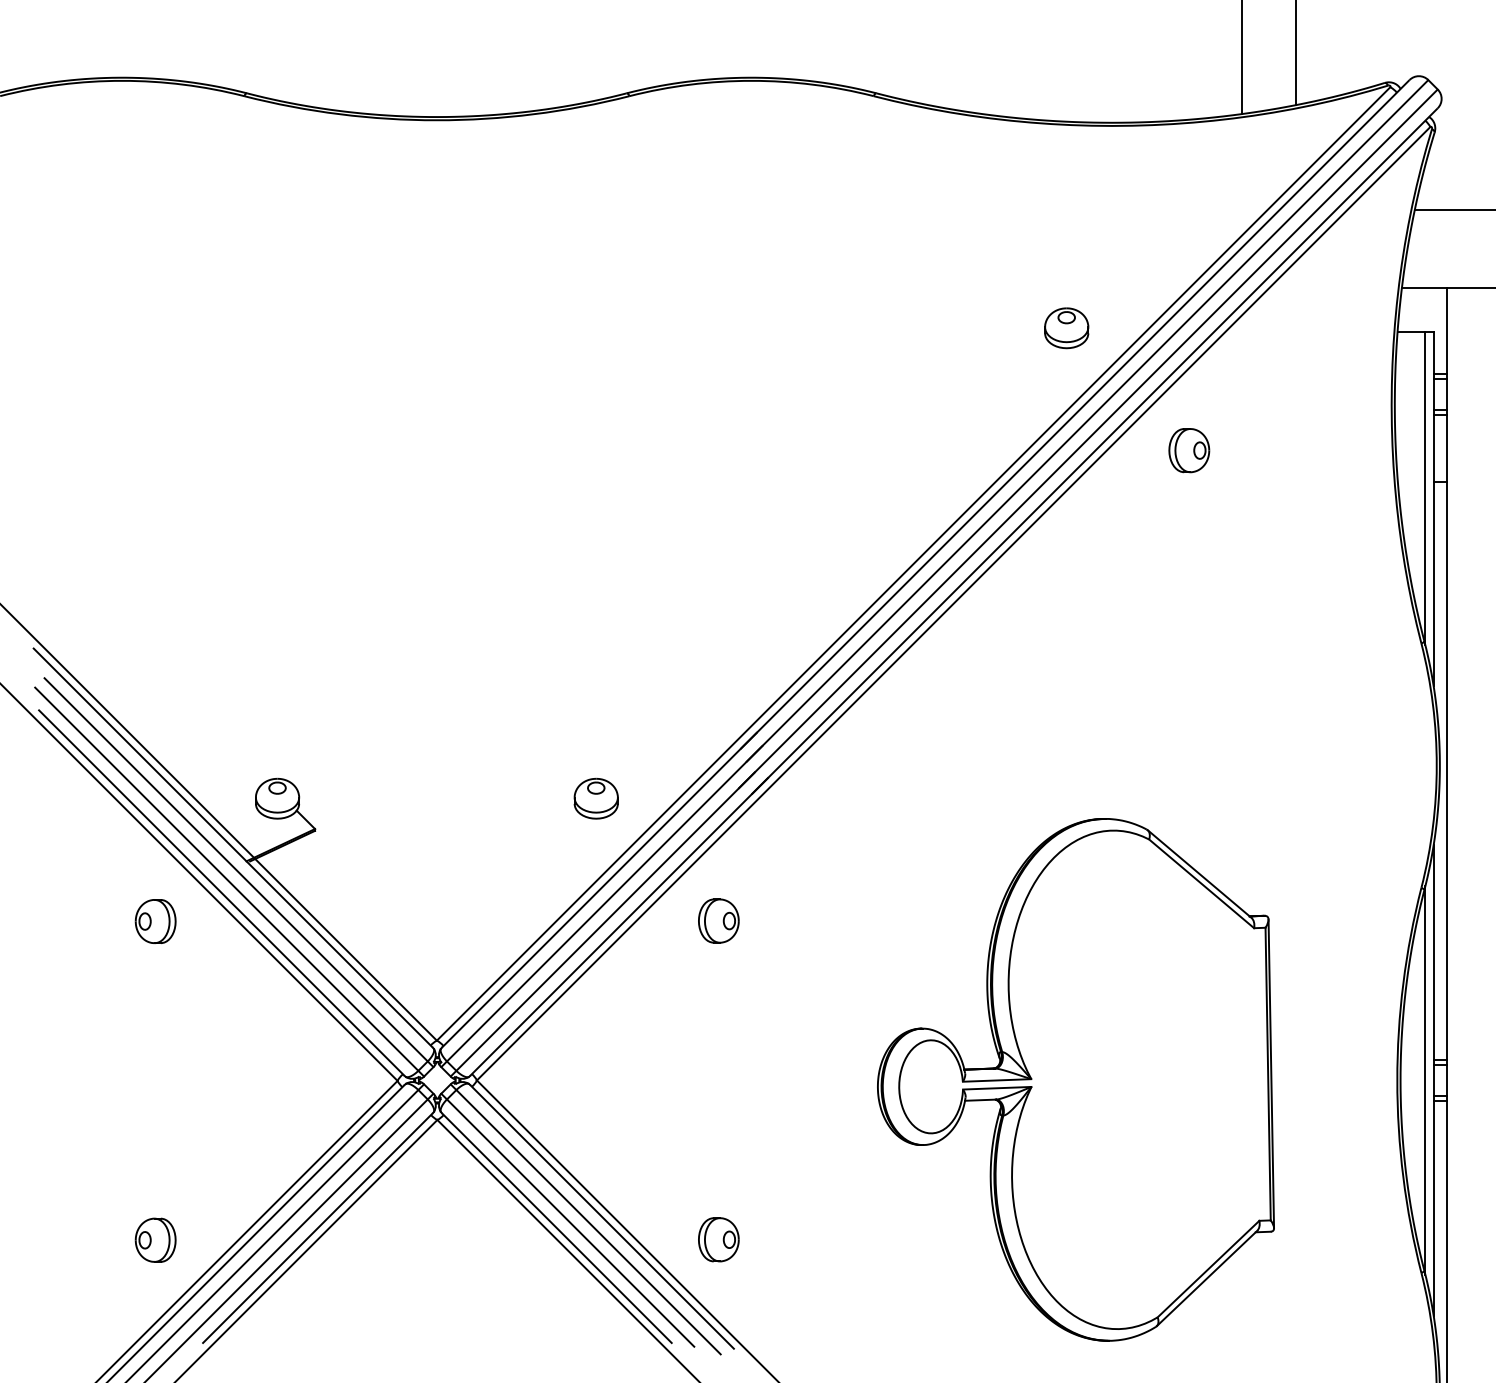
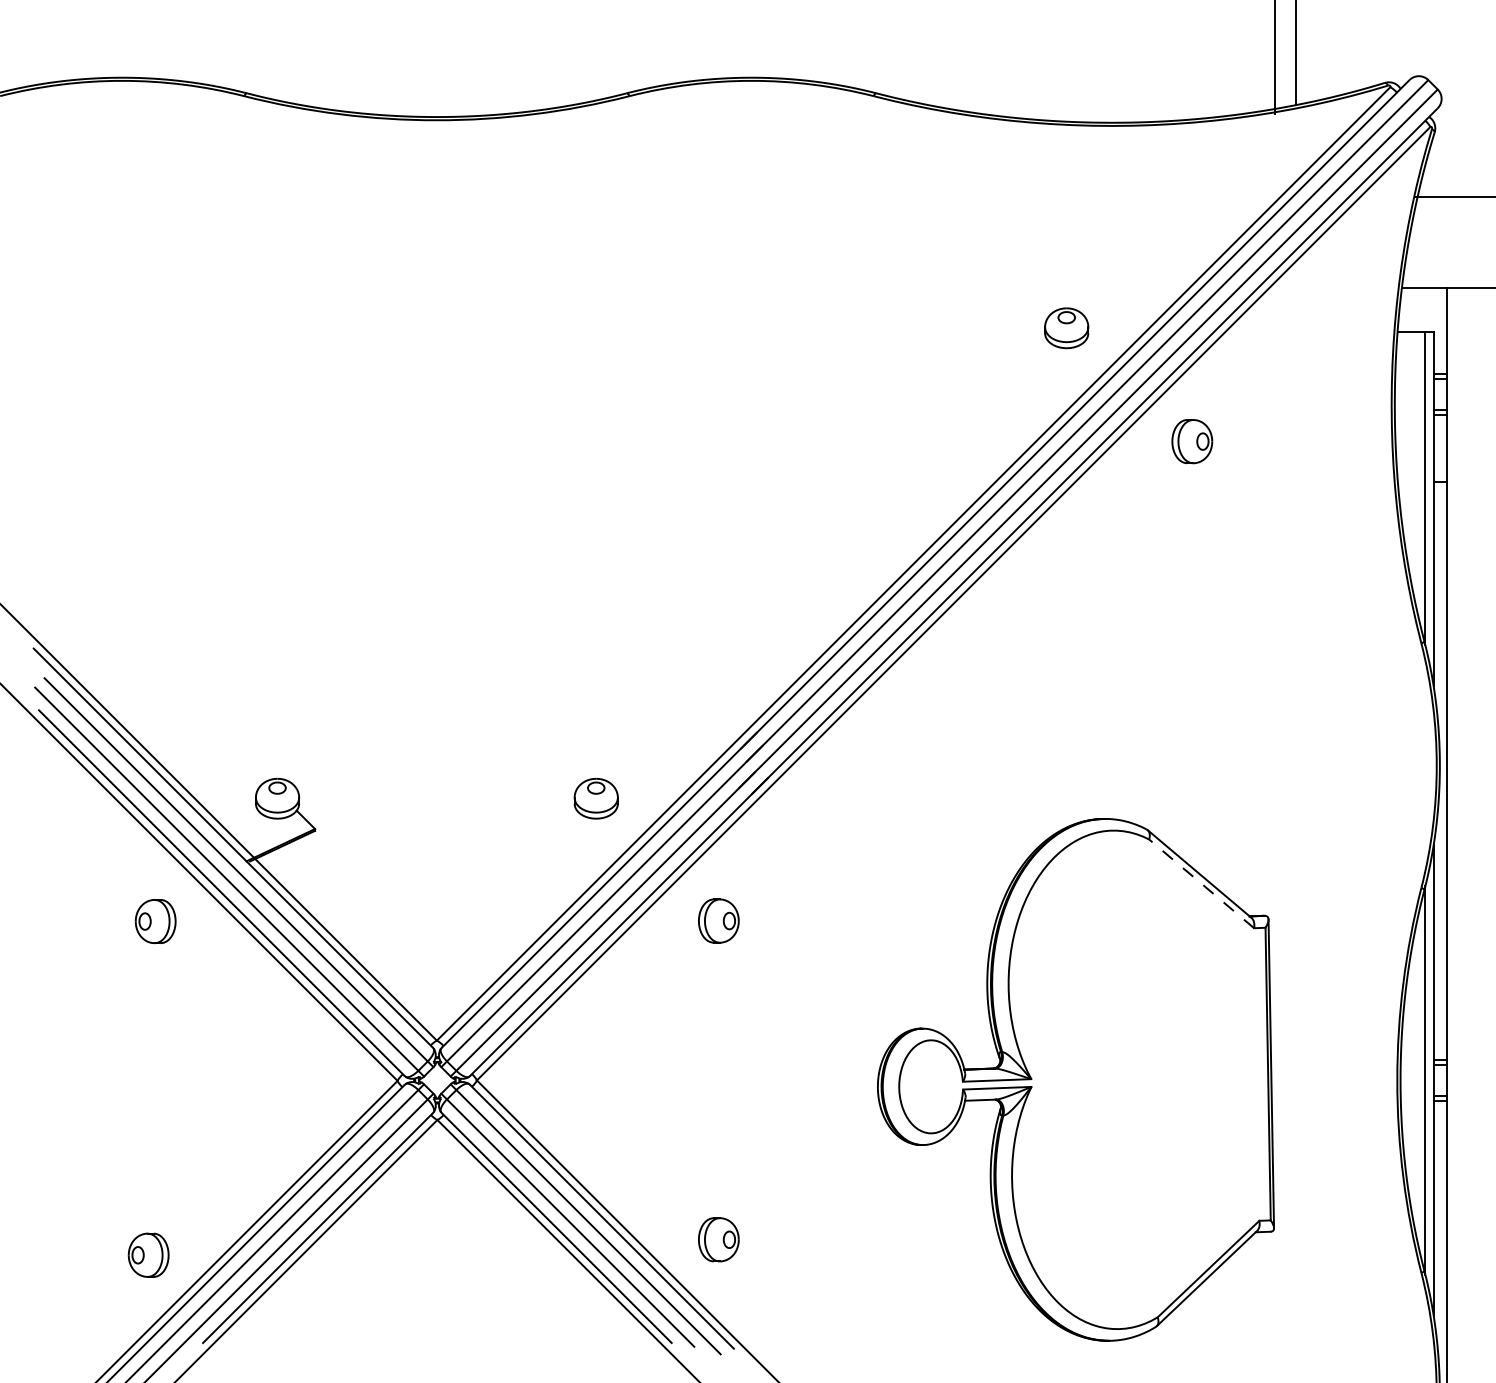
line at (1242, 57) position: (1242, 57) -> (1275, 57)
line at (1453, 209) position: (1453, 209) -> (1453, 196)
part at (1189, 450) position: (1189, 450) -> (1192, 441)
line at (1201, 883): solid -> dashed
part at (155, 1239) position: (155, 1239) -> (148, 1254)
